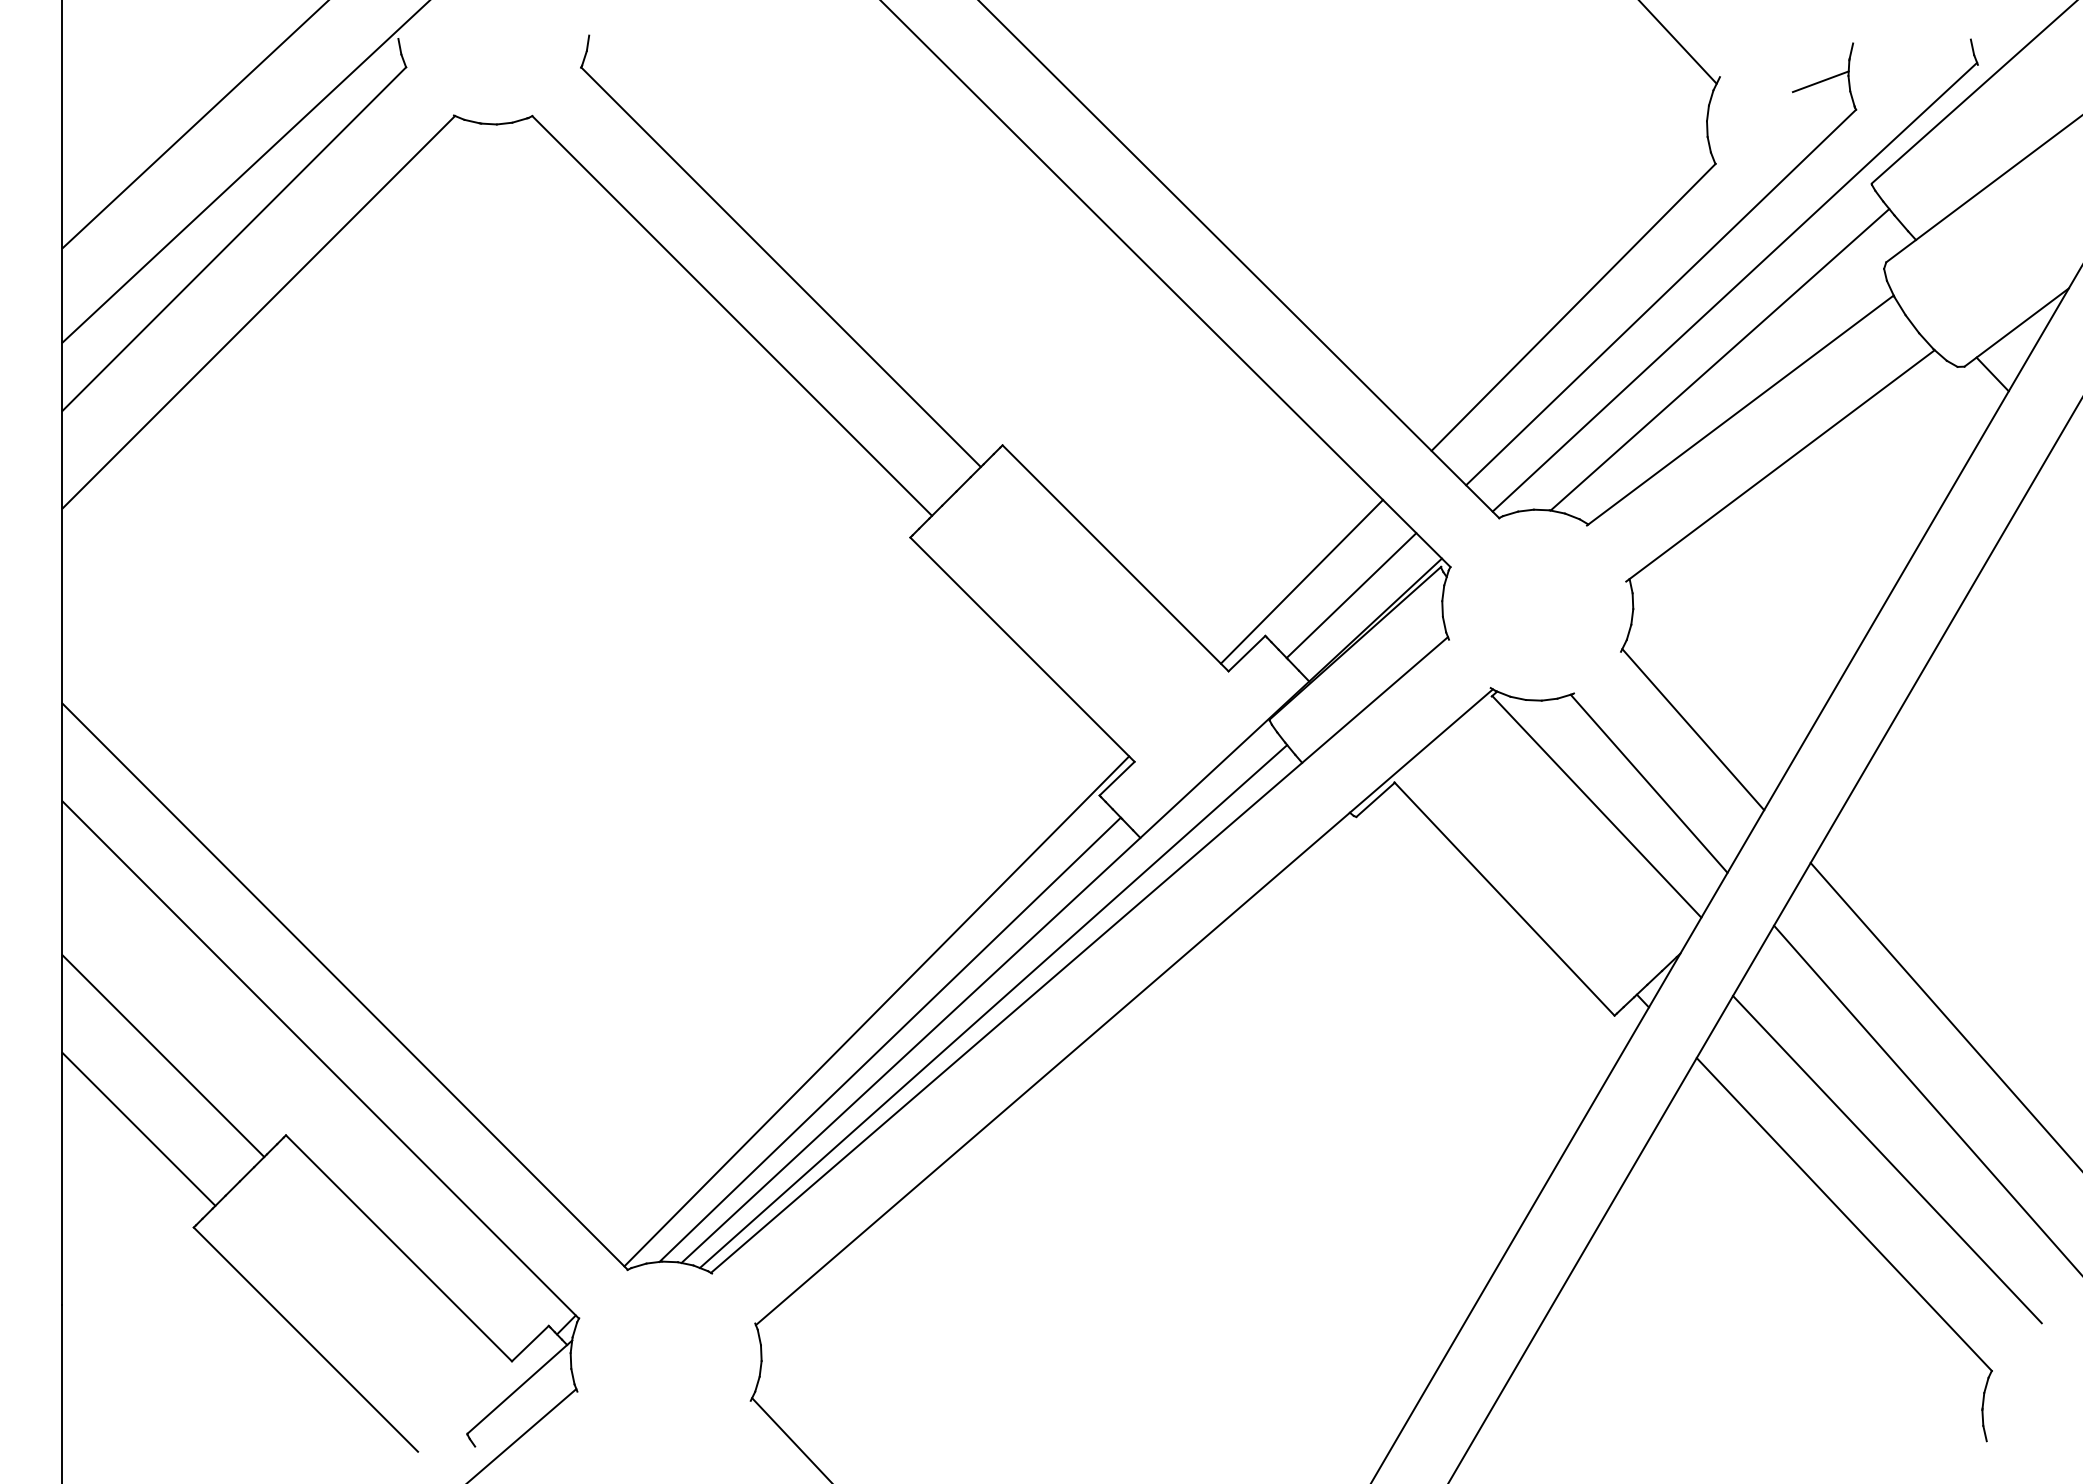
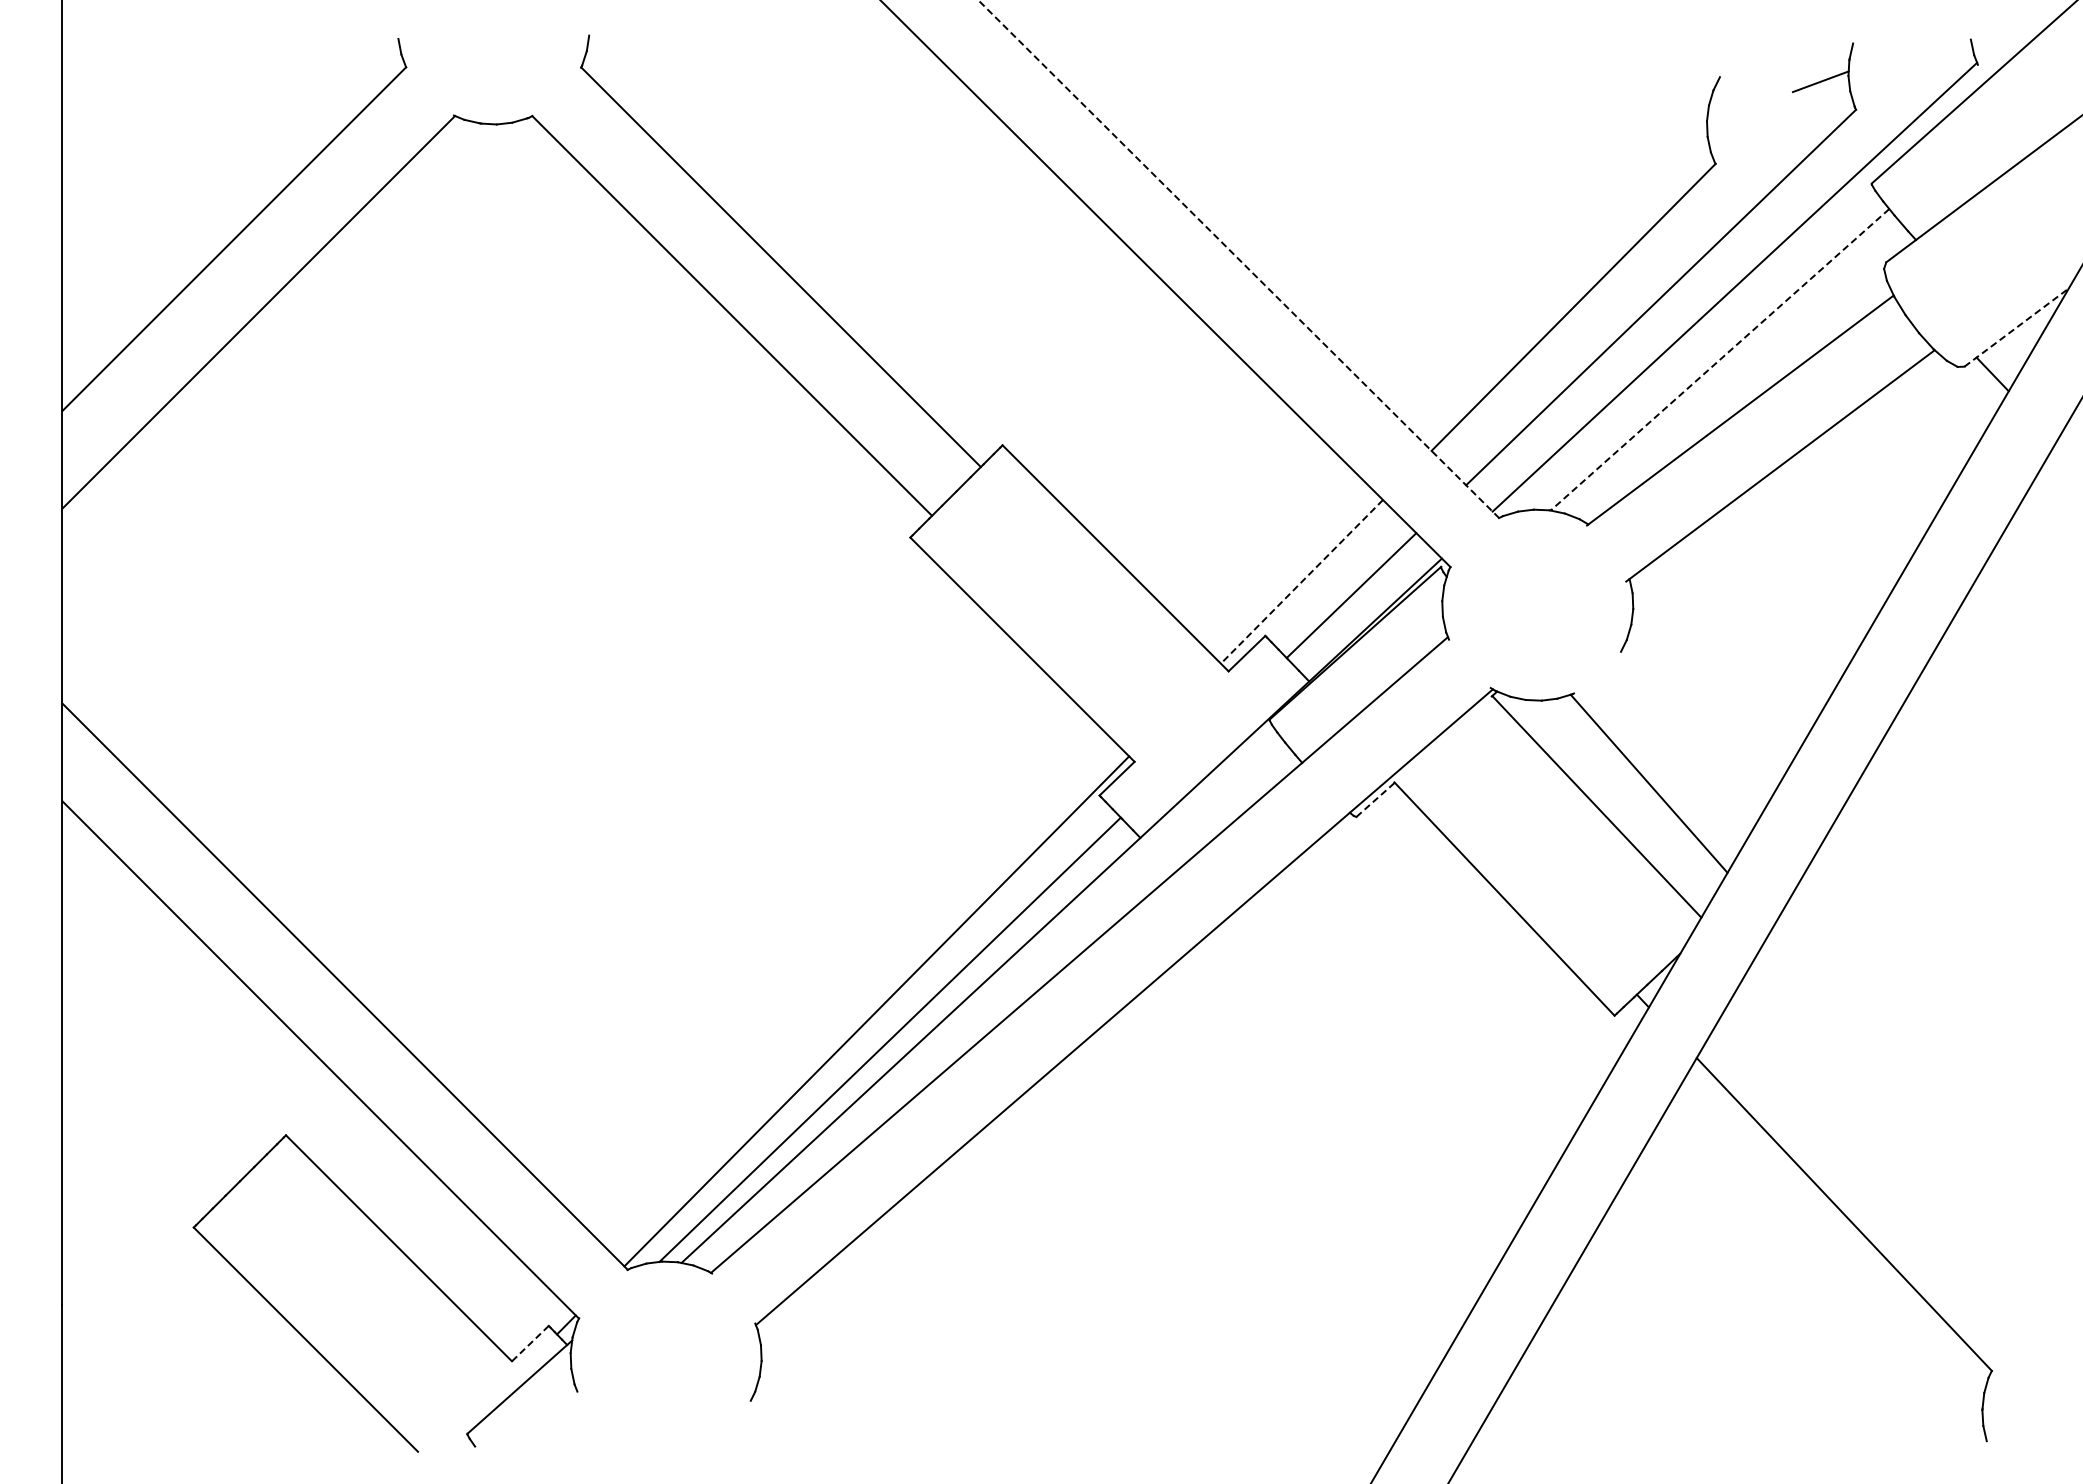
line at (1678, 42): present -> none
line at (194, 125): present -> none
line at (244, 172): present -> none
line at (1238, 258): solid -> dashed
line at (2017, 327): solid -> dashed
line at (1720, 359): solid -> dashed
line at (1301, 582): solid -> dashed
line at (1693, 729): present -> none
line at (1375, 799): solid -> dashed
line at (993, 1006): present -> none
line at (1944, 1015): present -> none
line at (163, 1056): present -> none
line at (1926, 1098): present -> none
line at (138, 1128): present -> none
line at (1887, 1159): present -> none
line at (530, 1343): solid -> dashed
line at (523, 1434): present -> none
line at (790, 1439): present -> none
